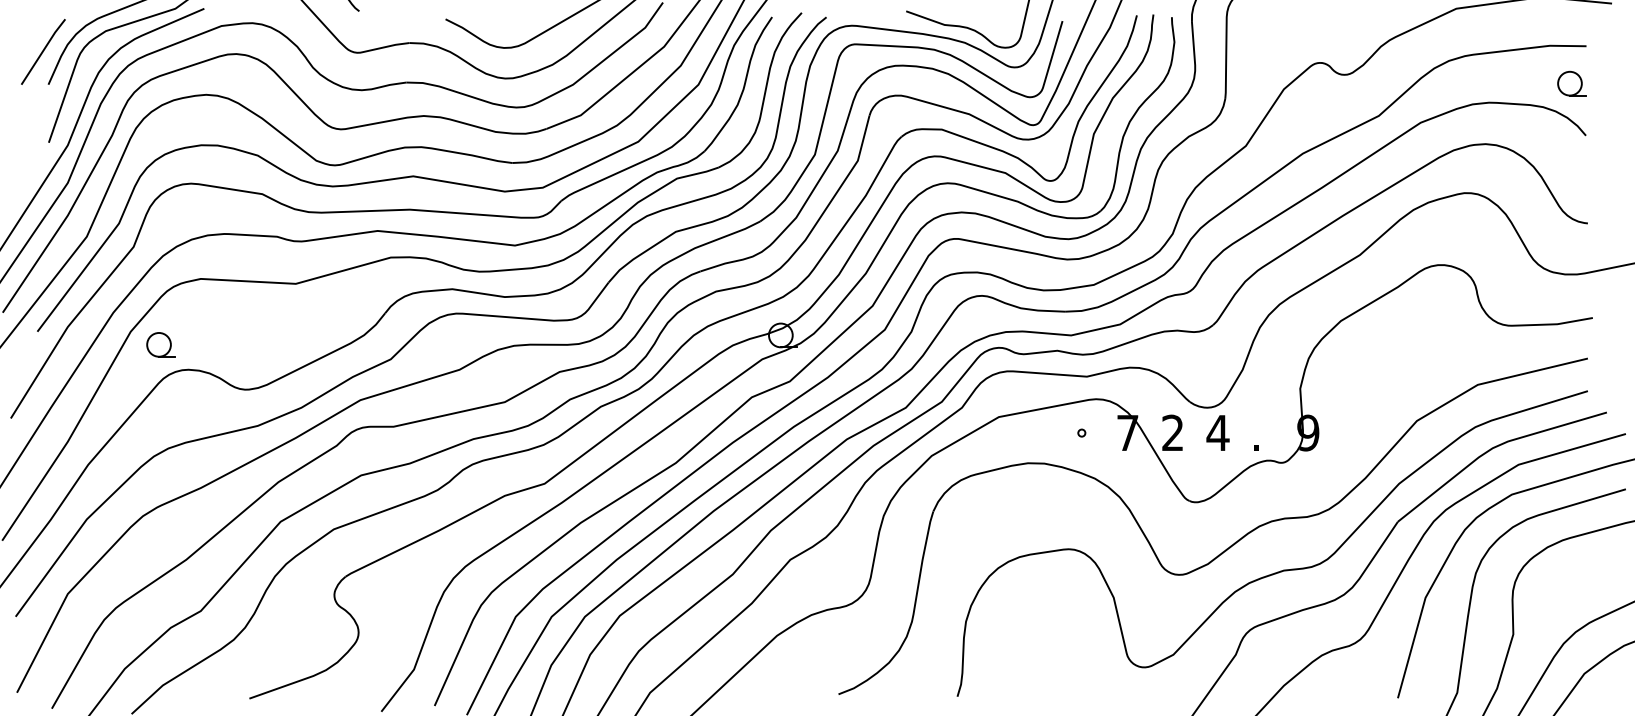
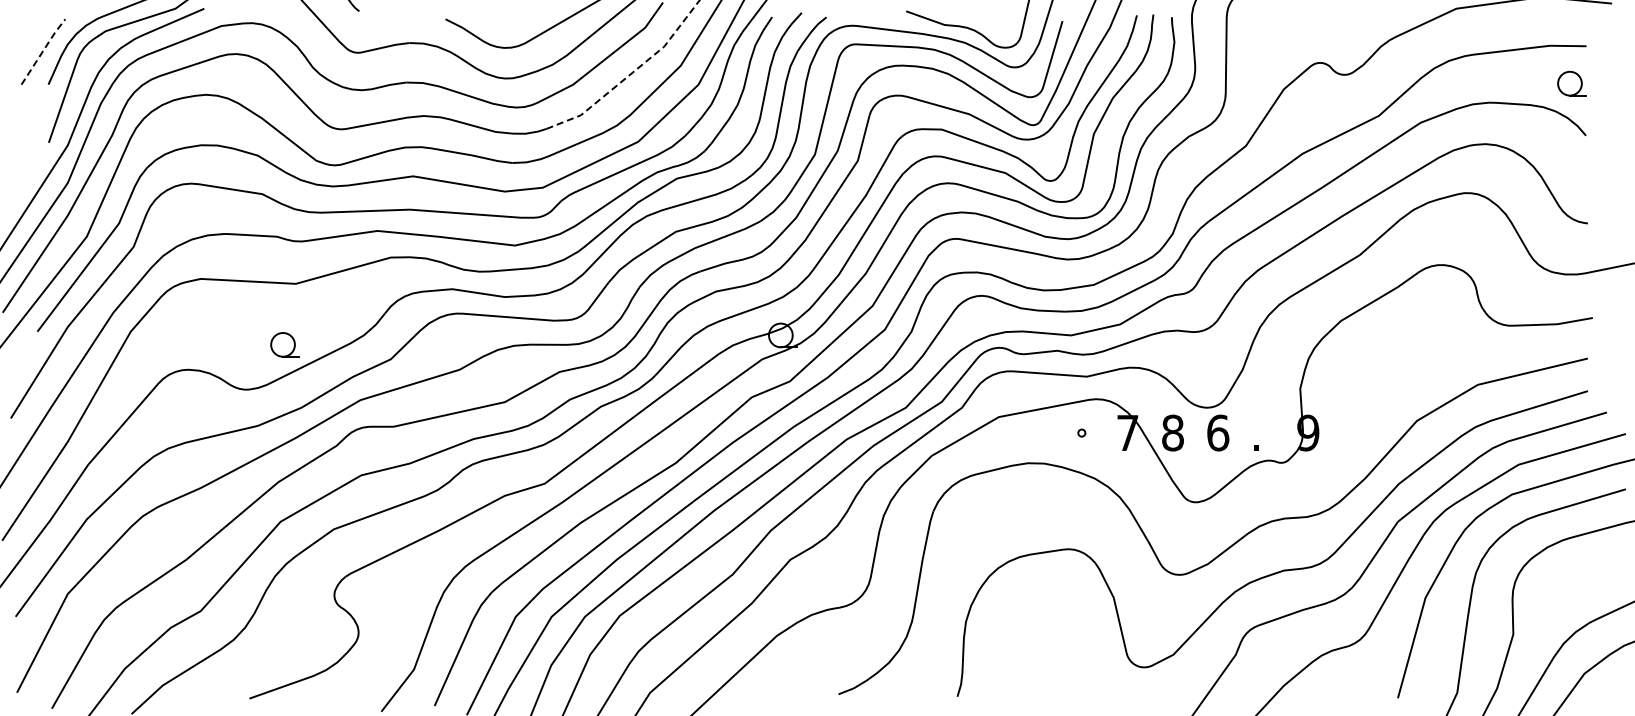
line at (43, 50): solid -> dashed
line at (631, 74): solid -> dashed
part at (160, 344) position: (160, 344) -> (284, 344)
text at (1172, 432): 2 -> 8
text at (1217, 432): 4 -> 6
